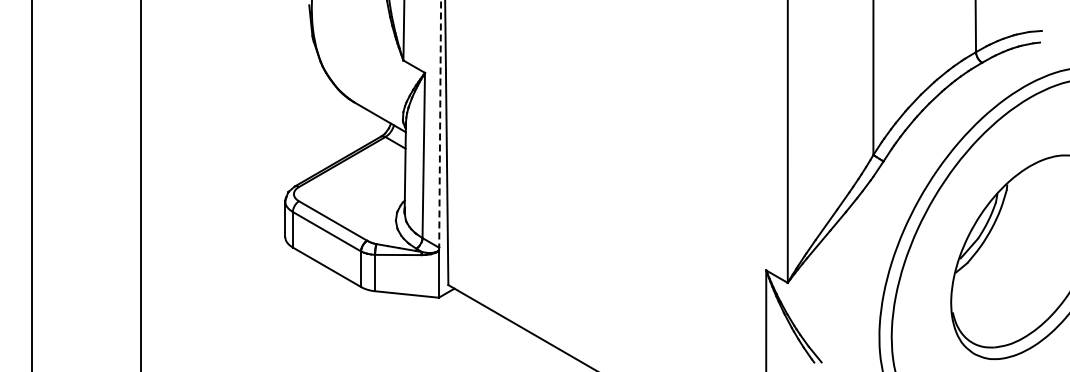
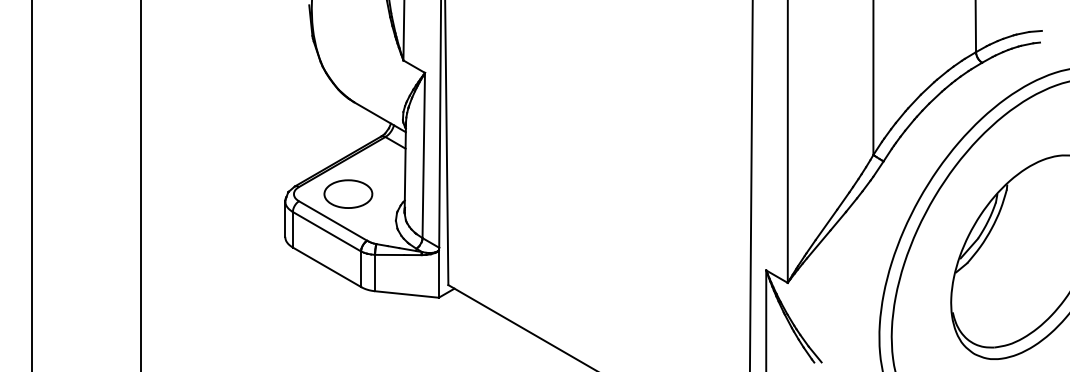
line at (440, 124): dashed -> solid
line at (750, 185): none -> present
part at (348, 193): none -> present
